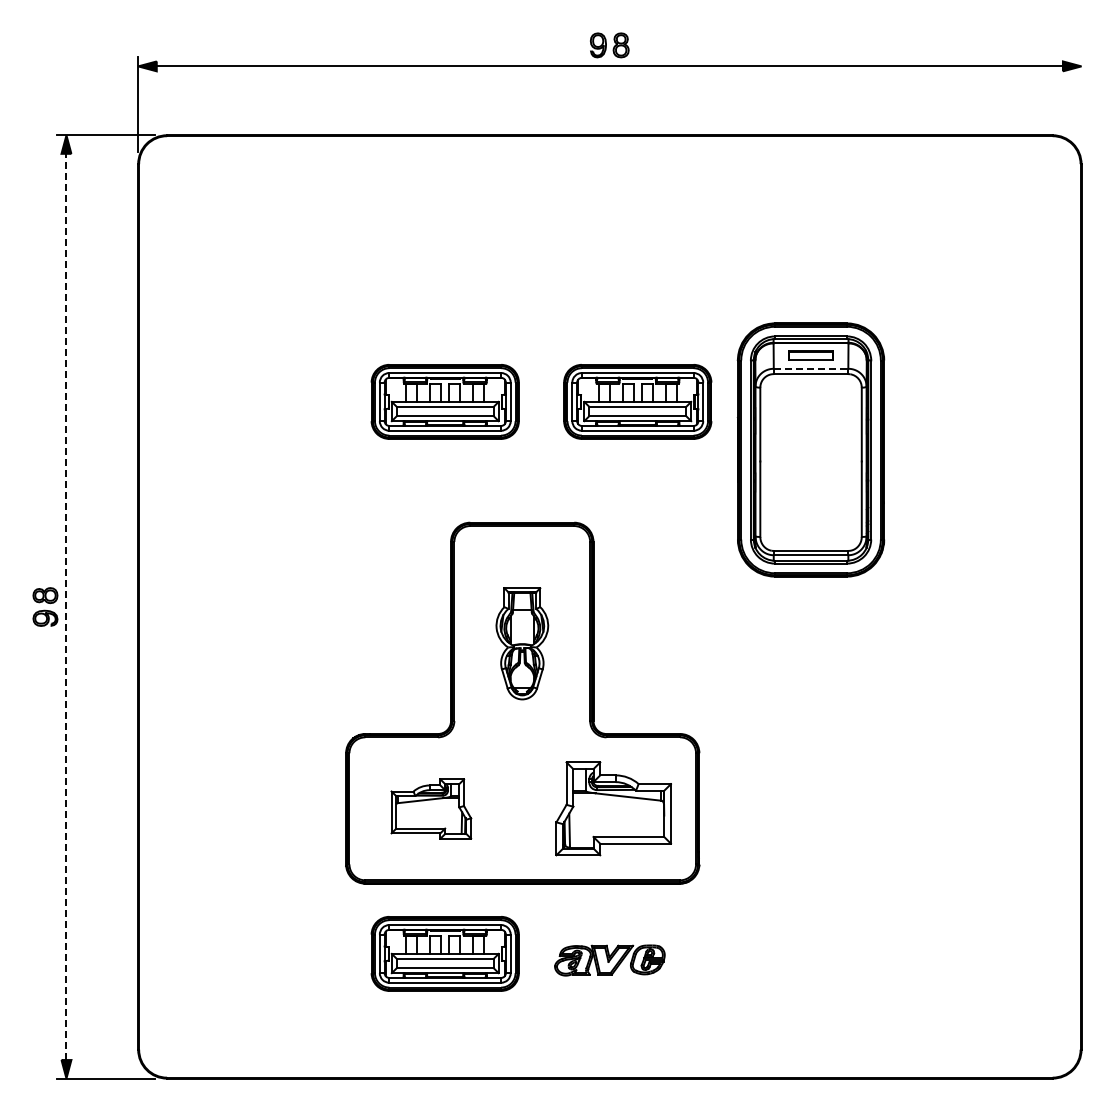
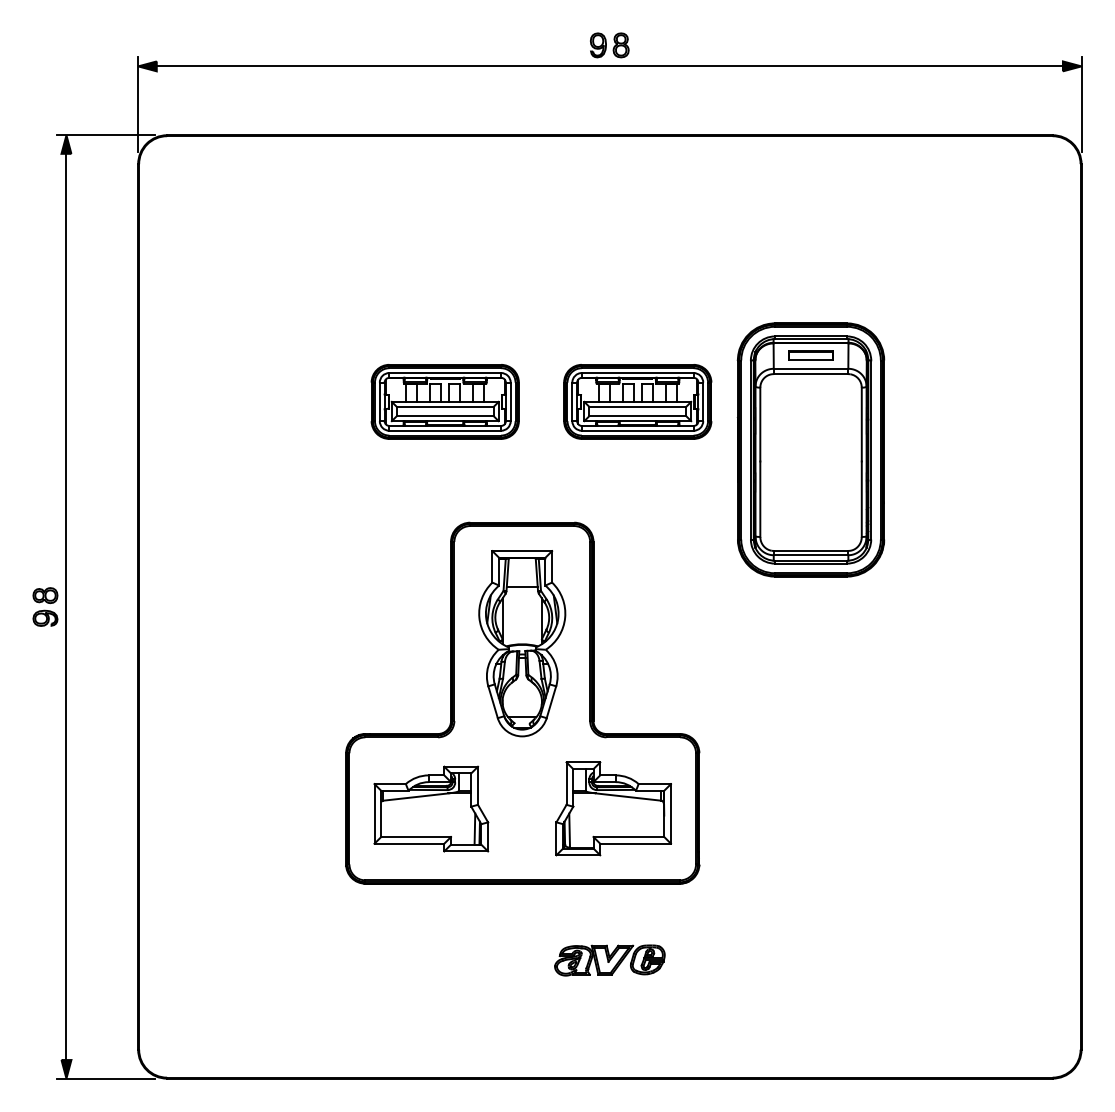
line at (1081, 104): none -> present
line at (811, 368): dashed -> solid
line at (66, 606): dashed -> solid
part at (522, 643) size: 55x114 px -> 89x188 px
part at (431, 808) size: 83x62 px -> 117x88 px
part at (444, 953): present -> none
